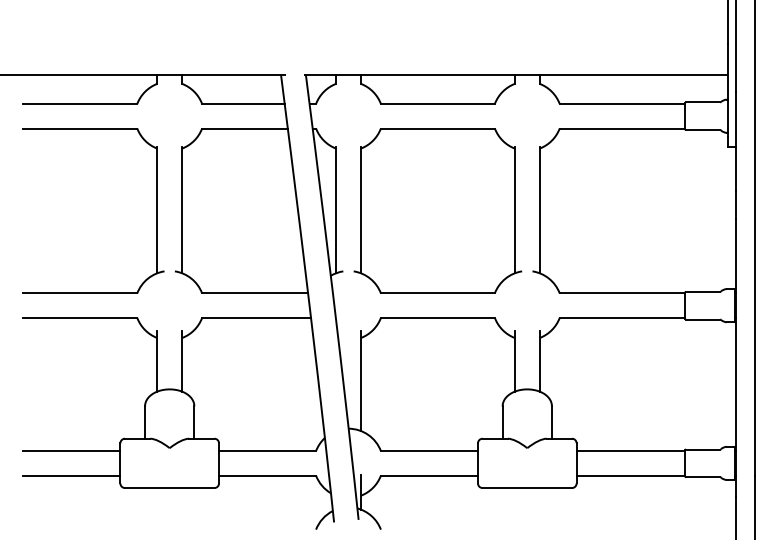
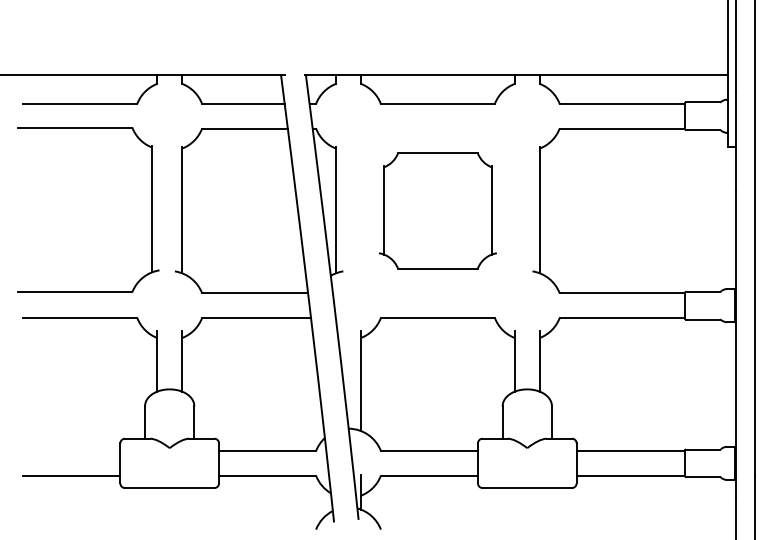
part at (156, 210) position: (156, 210) -> (151, 209)
part at (437, 210) size: 170x166 px -> 118x118 px
line at (71, 451): present -> none
